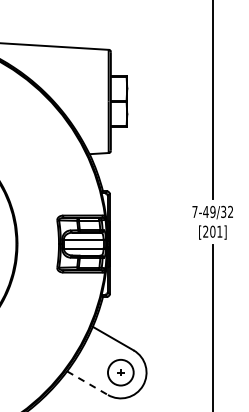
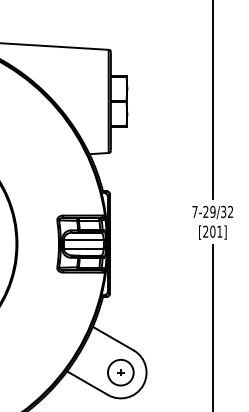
text at (205, 211): 7-49/32 -> 7-29/32
line at (87, 383): dashed -> solid
